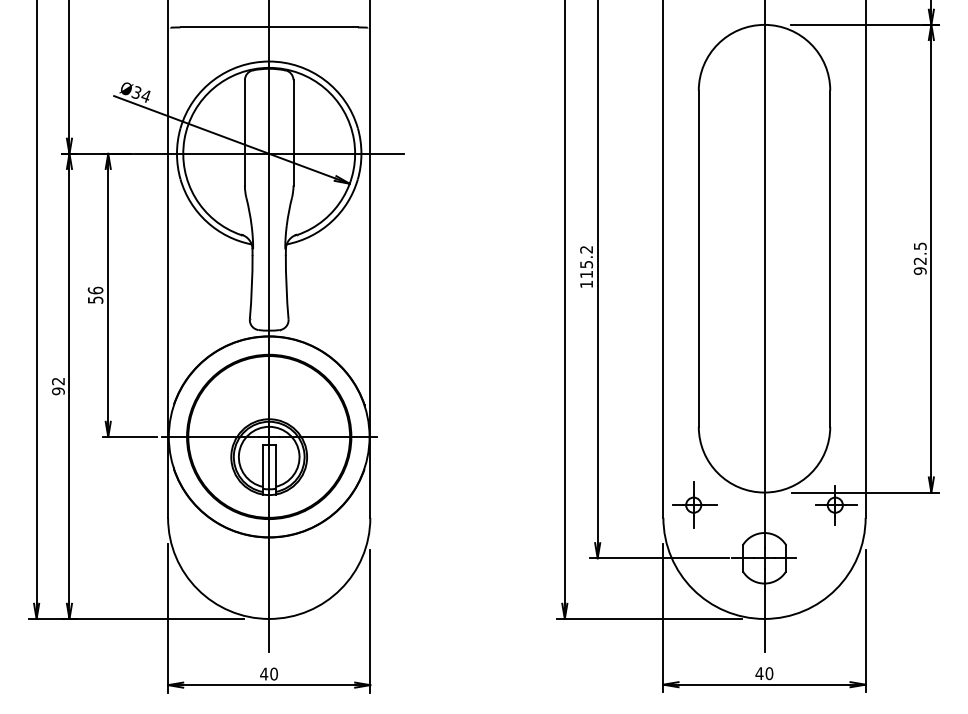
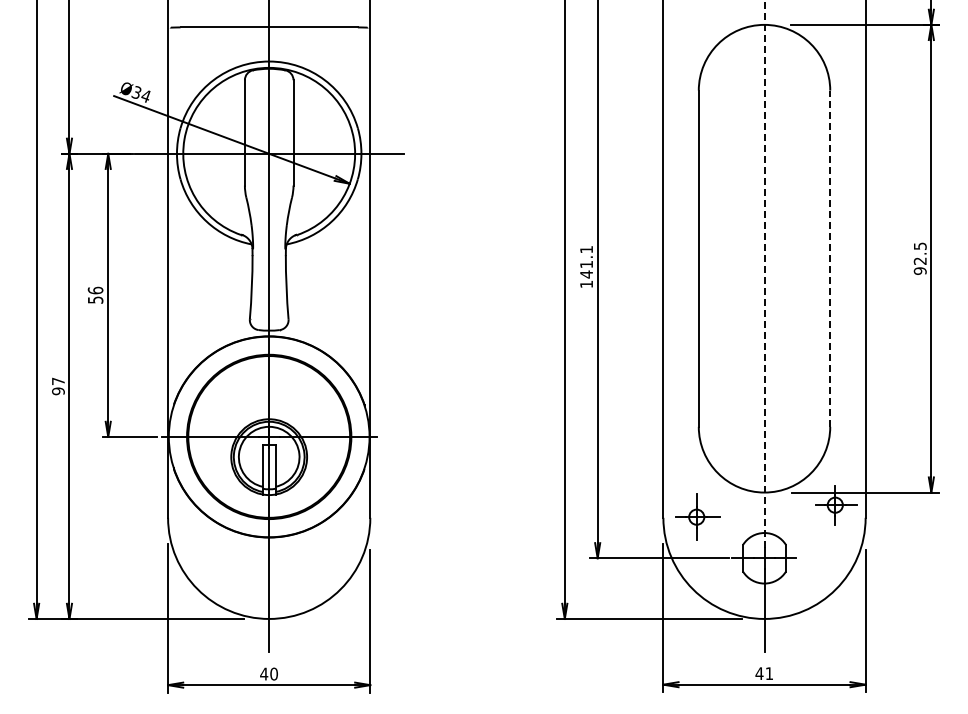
line at (830, 258): solid -> dashed
text at (586, 262): 115.2 -> 141.1
line at (764, 274): solid -> dashed
text at (58, 381): 92 -> 97
part at (694, 504) position: (694, 504) -> (697, 516)
text at (769, 673): 40 -> 41
